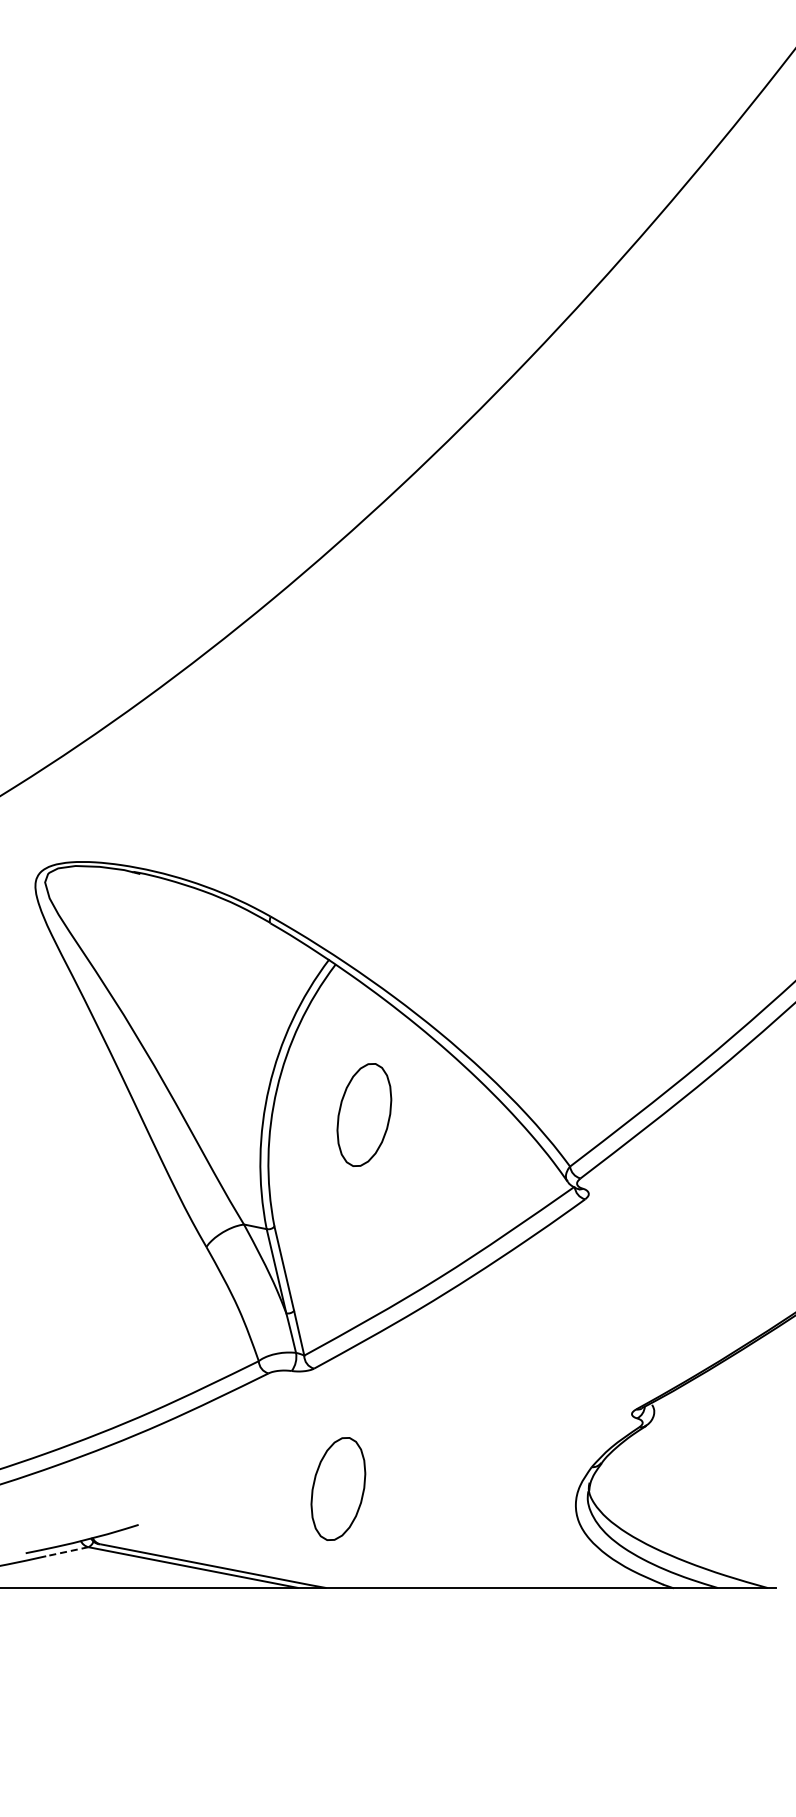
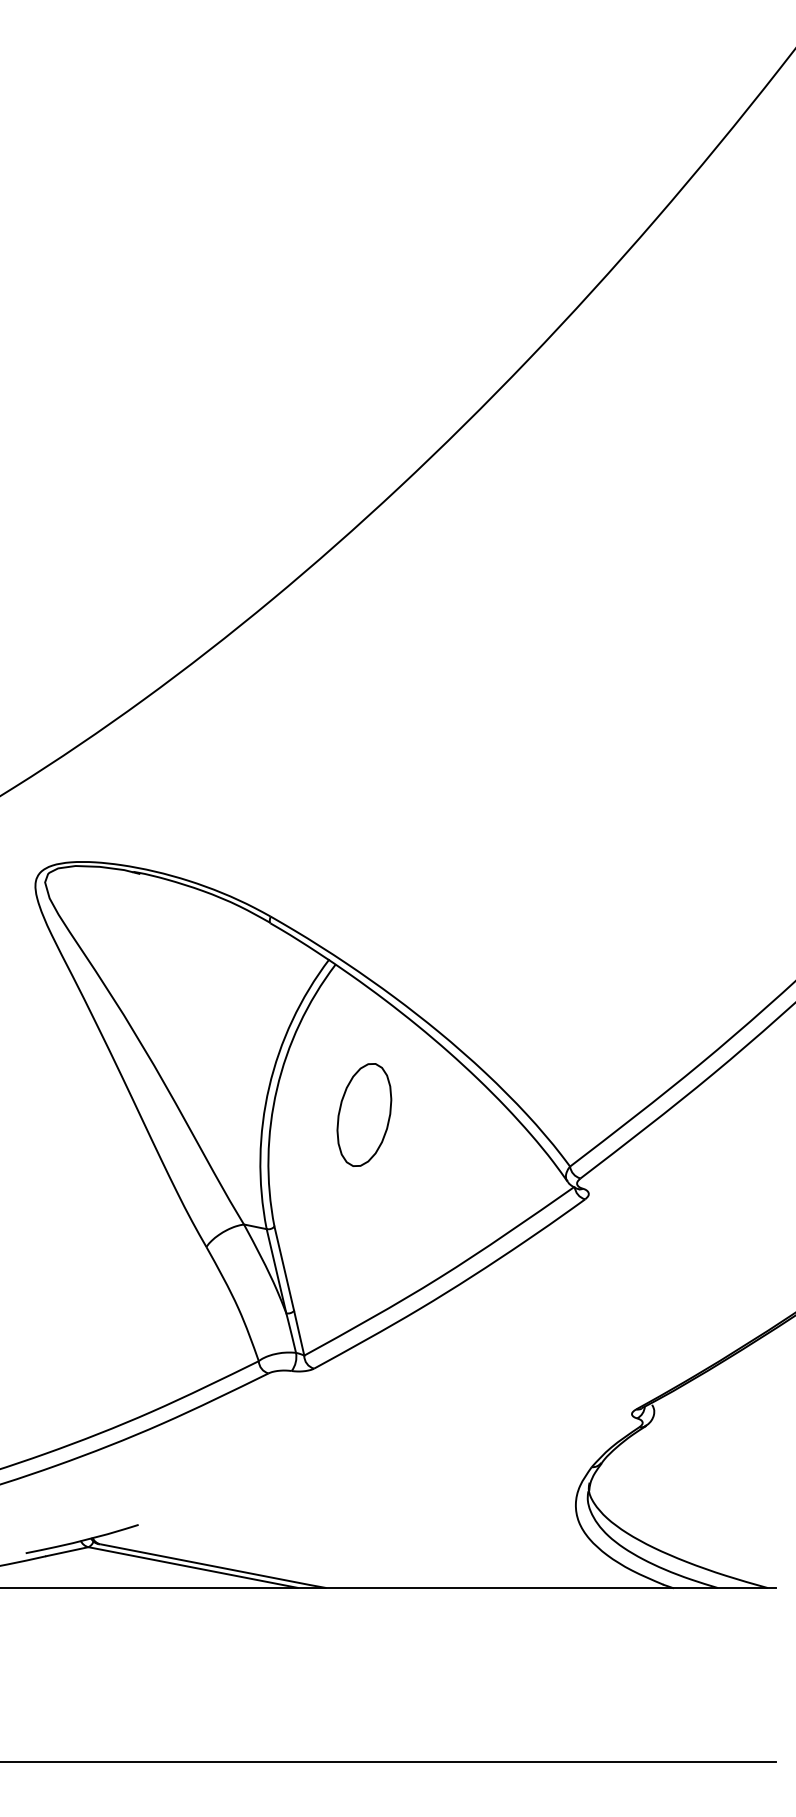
part at (338, 1488): present -> none
line at (67, 1551): dashed -> solid
line at (389, 1762): none -> present
